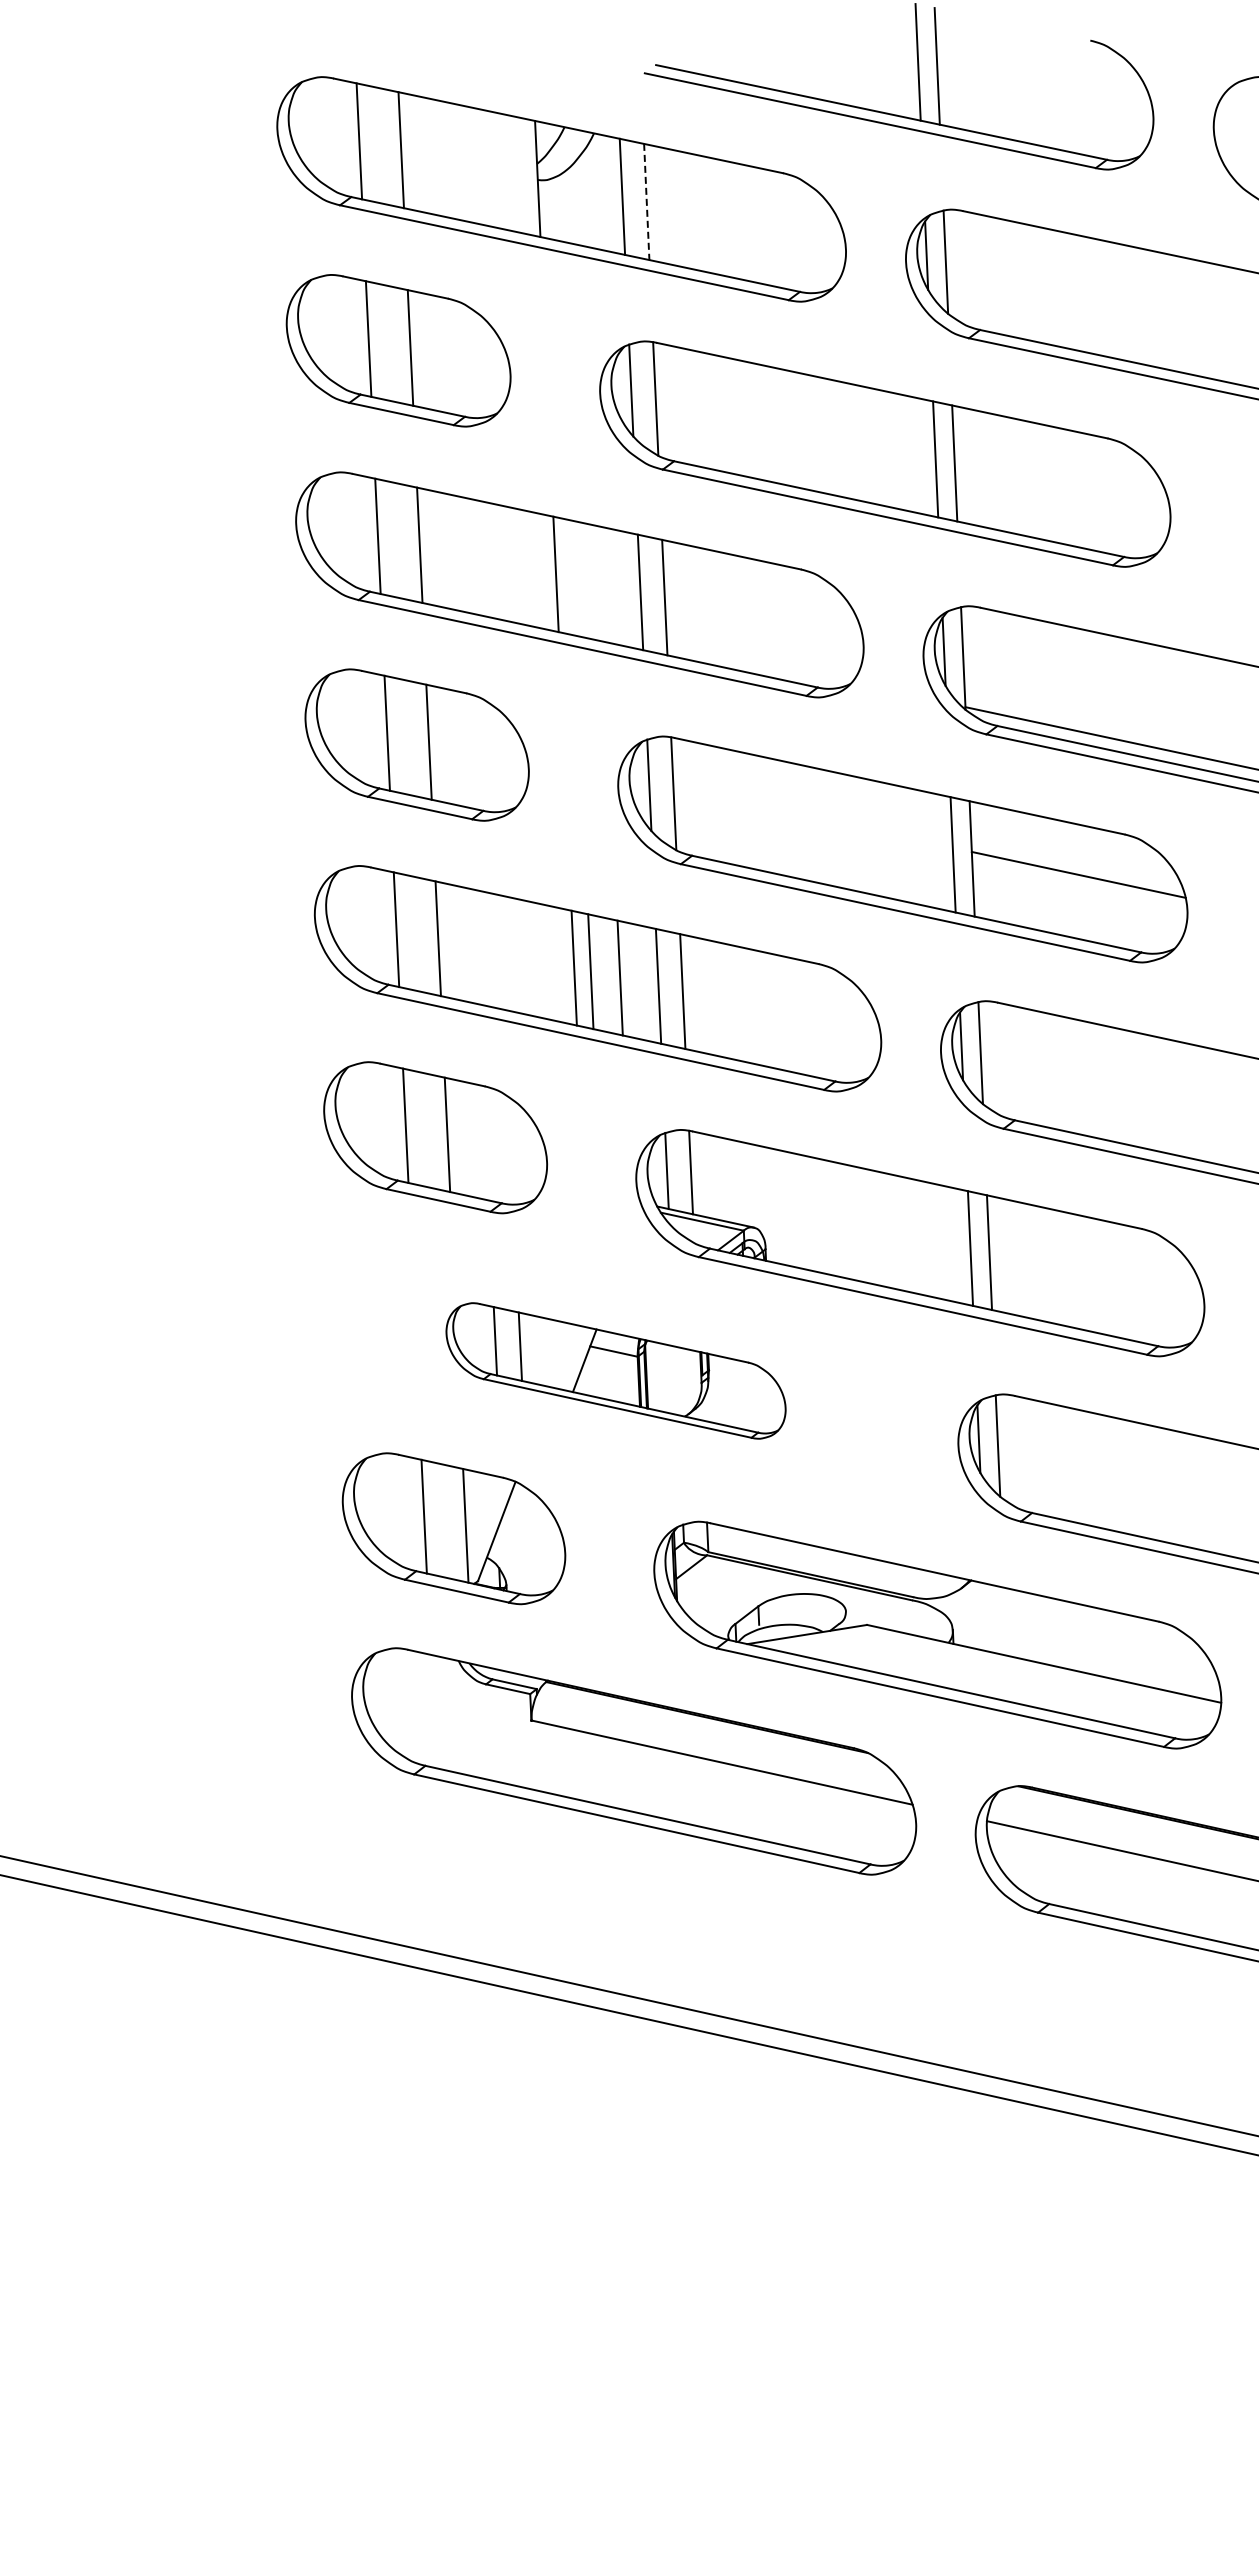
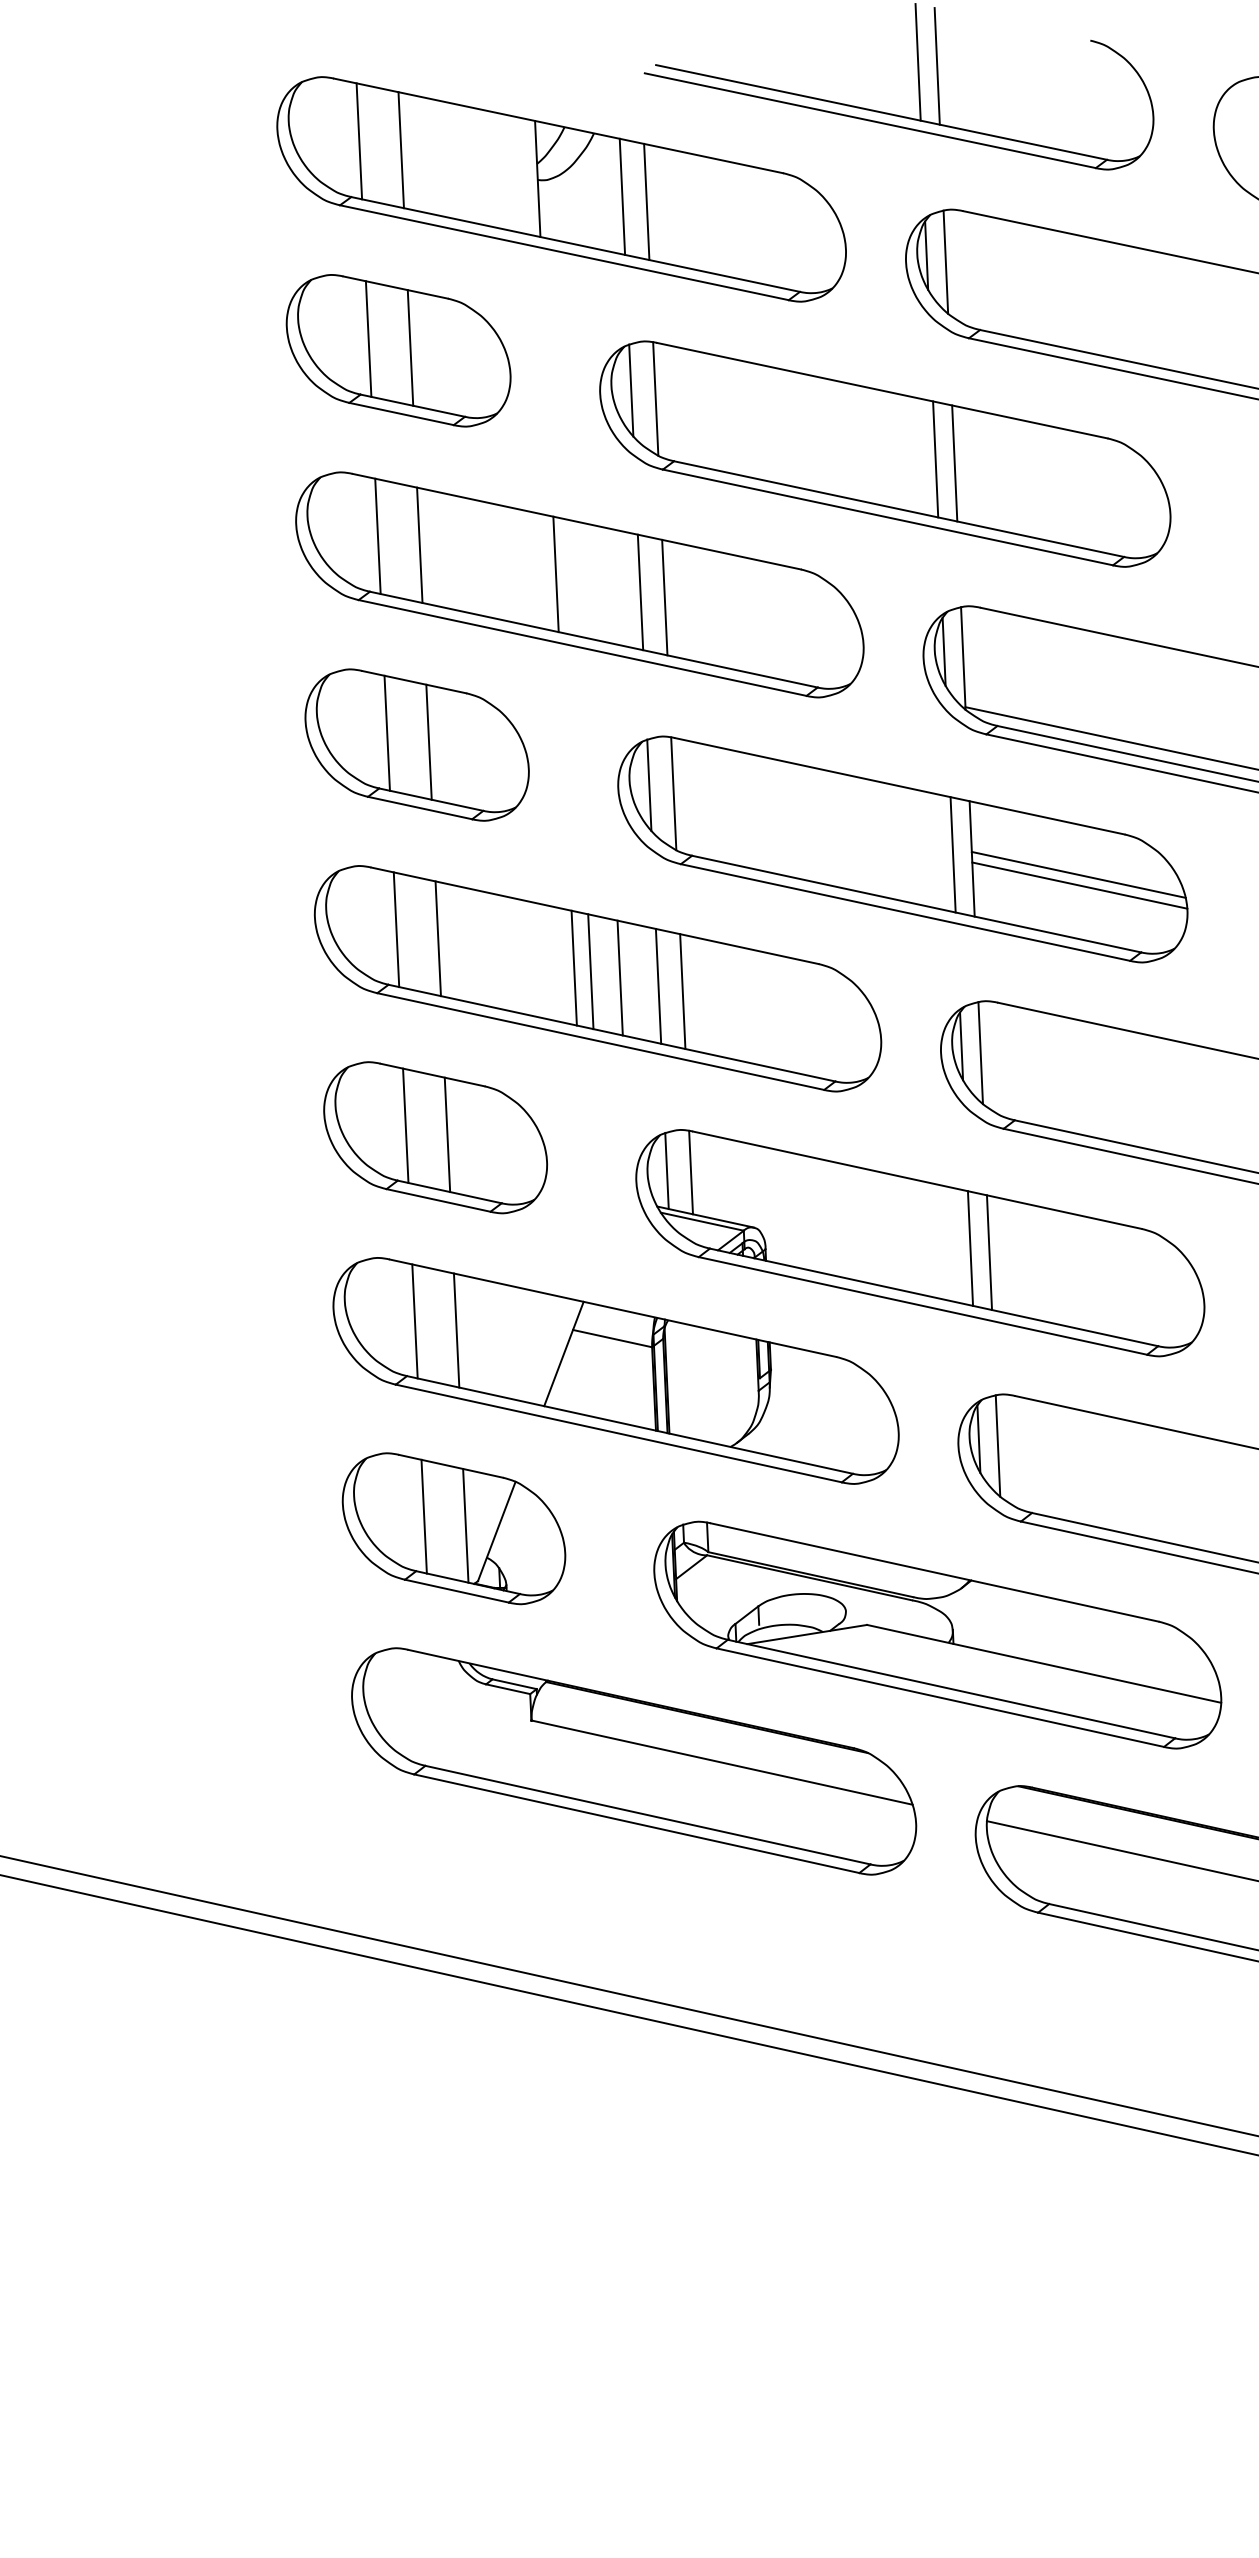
line at (646, 202): dashed -> solid
line at (1079, 885): none -> present
part at (615, 1370) size: 342x138 px -> 568x228 px
